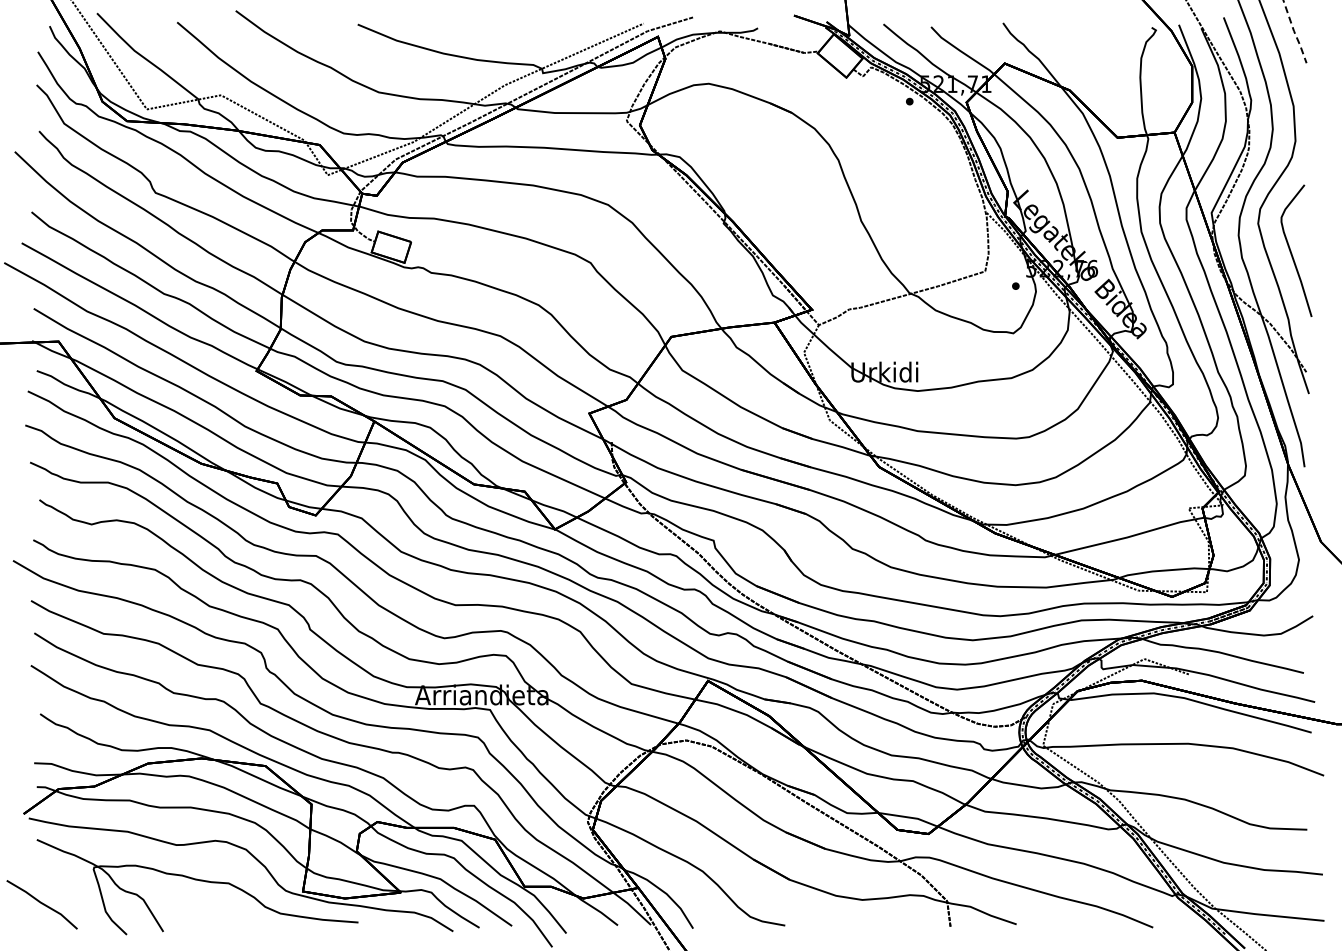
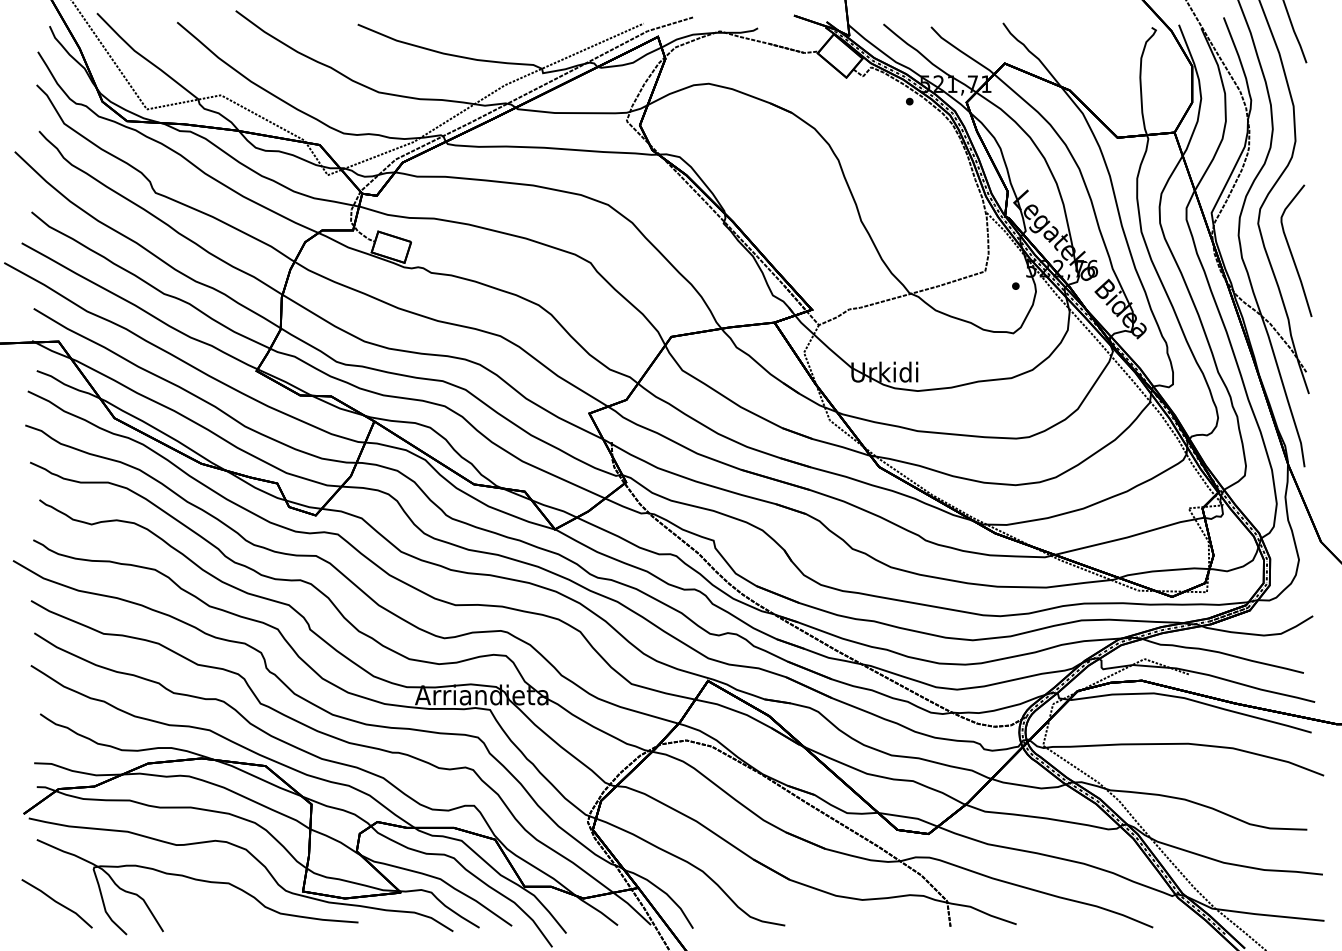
line at (1294, 32): dashed -> solid
line at (41, 904) position: (41, 904) -> (56, 903)
